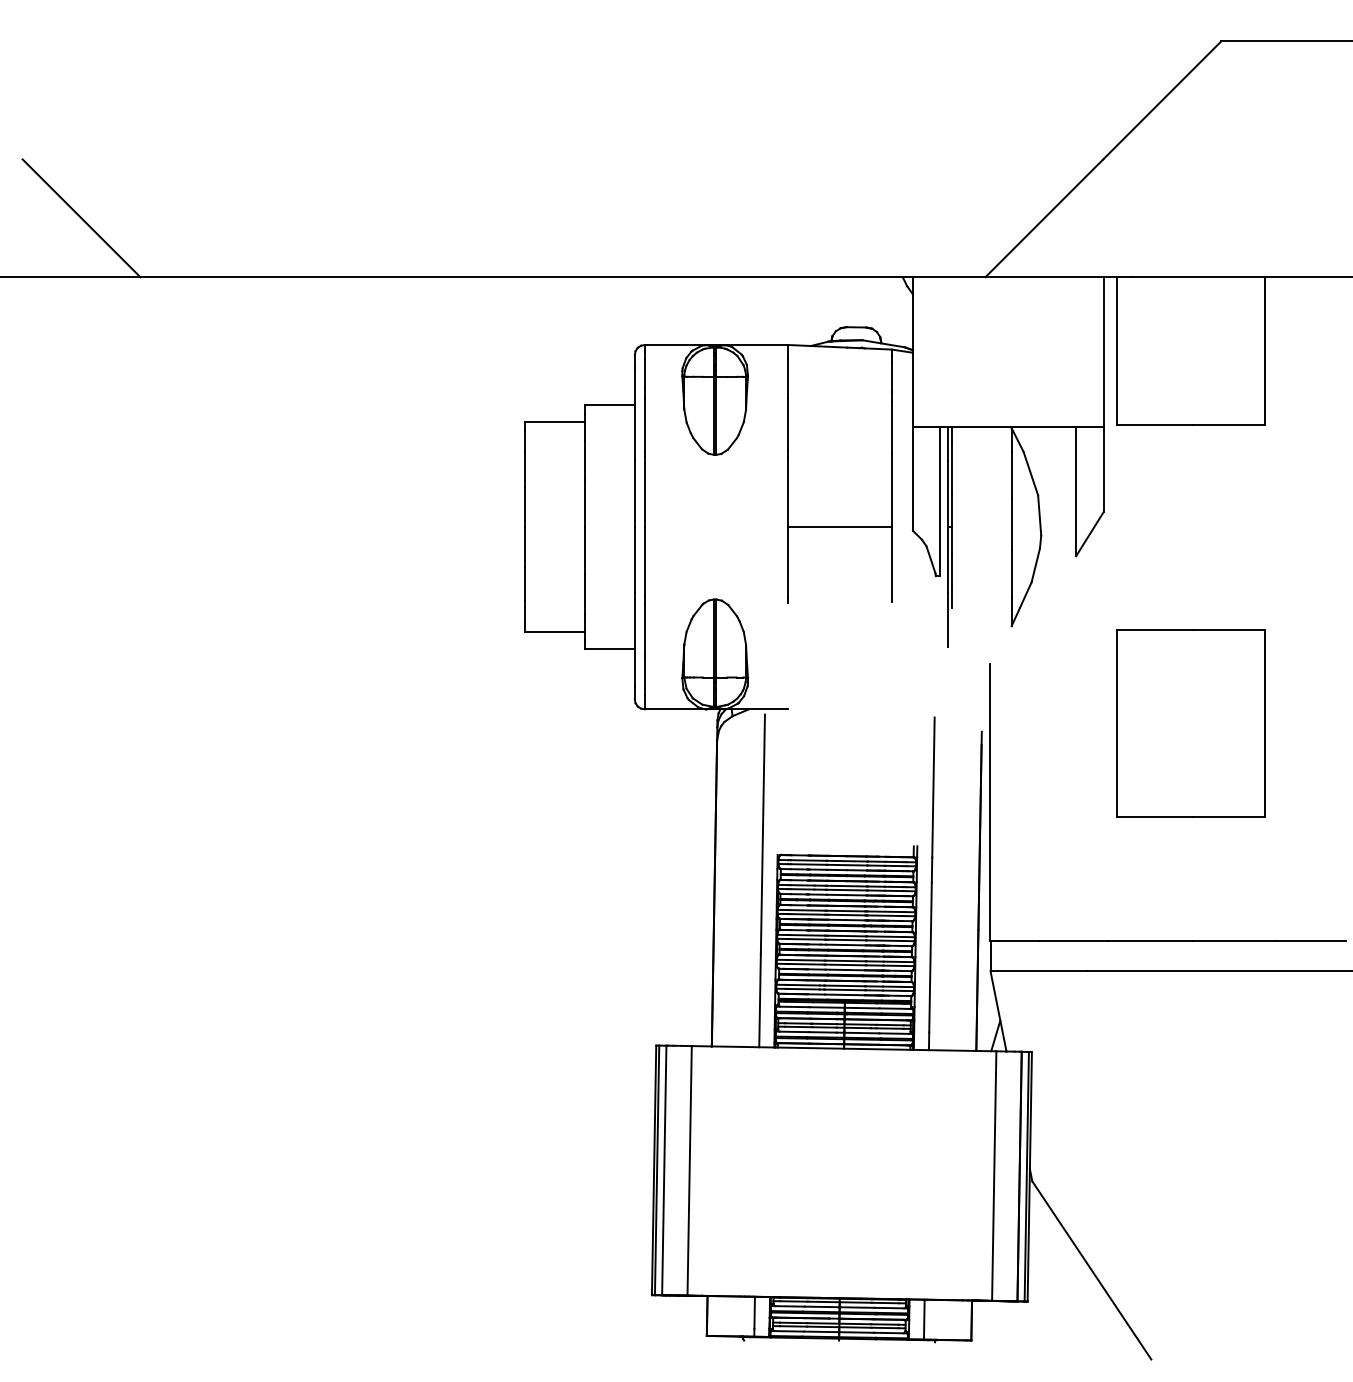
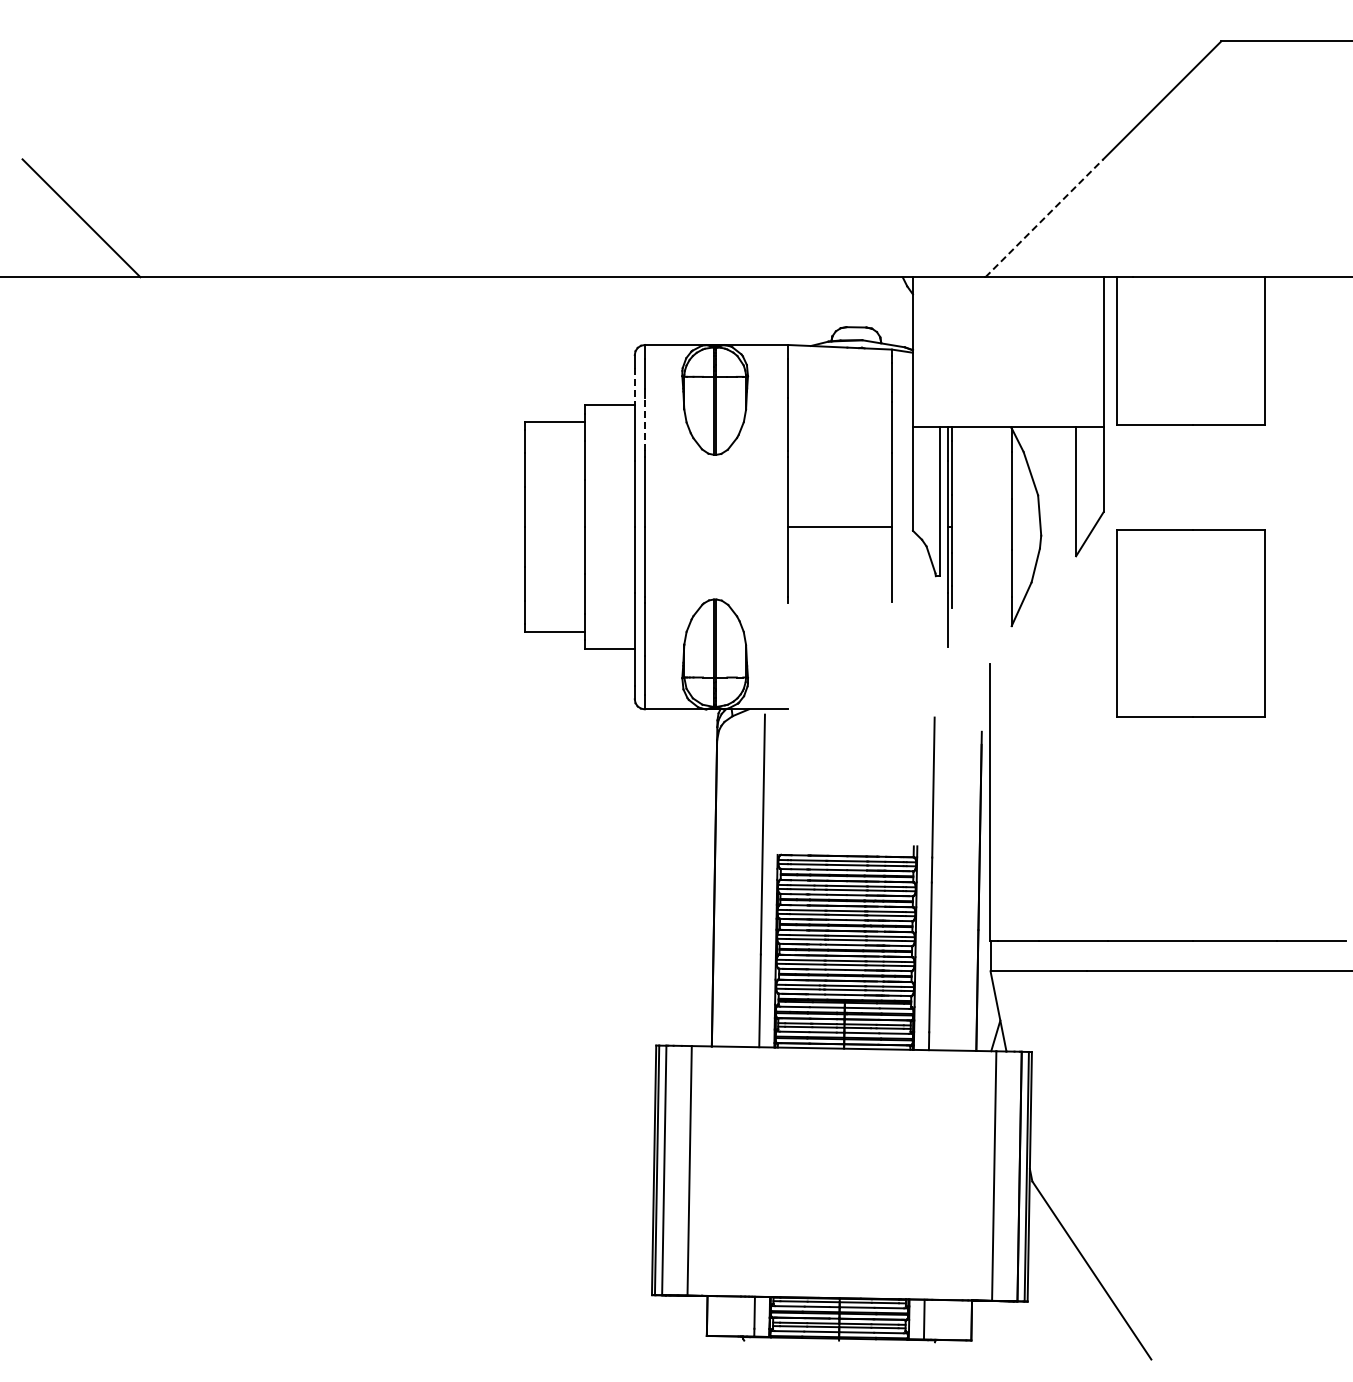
line at (1044, 217): solid -> dashed
line at (634, 386): solid -> dashed
line at (644, 424): solid -> dashed
part at (1190, 723) position: (1190, 723) -> (1190, 623)
